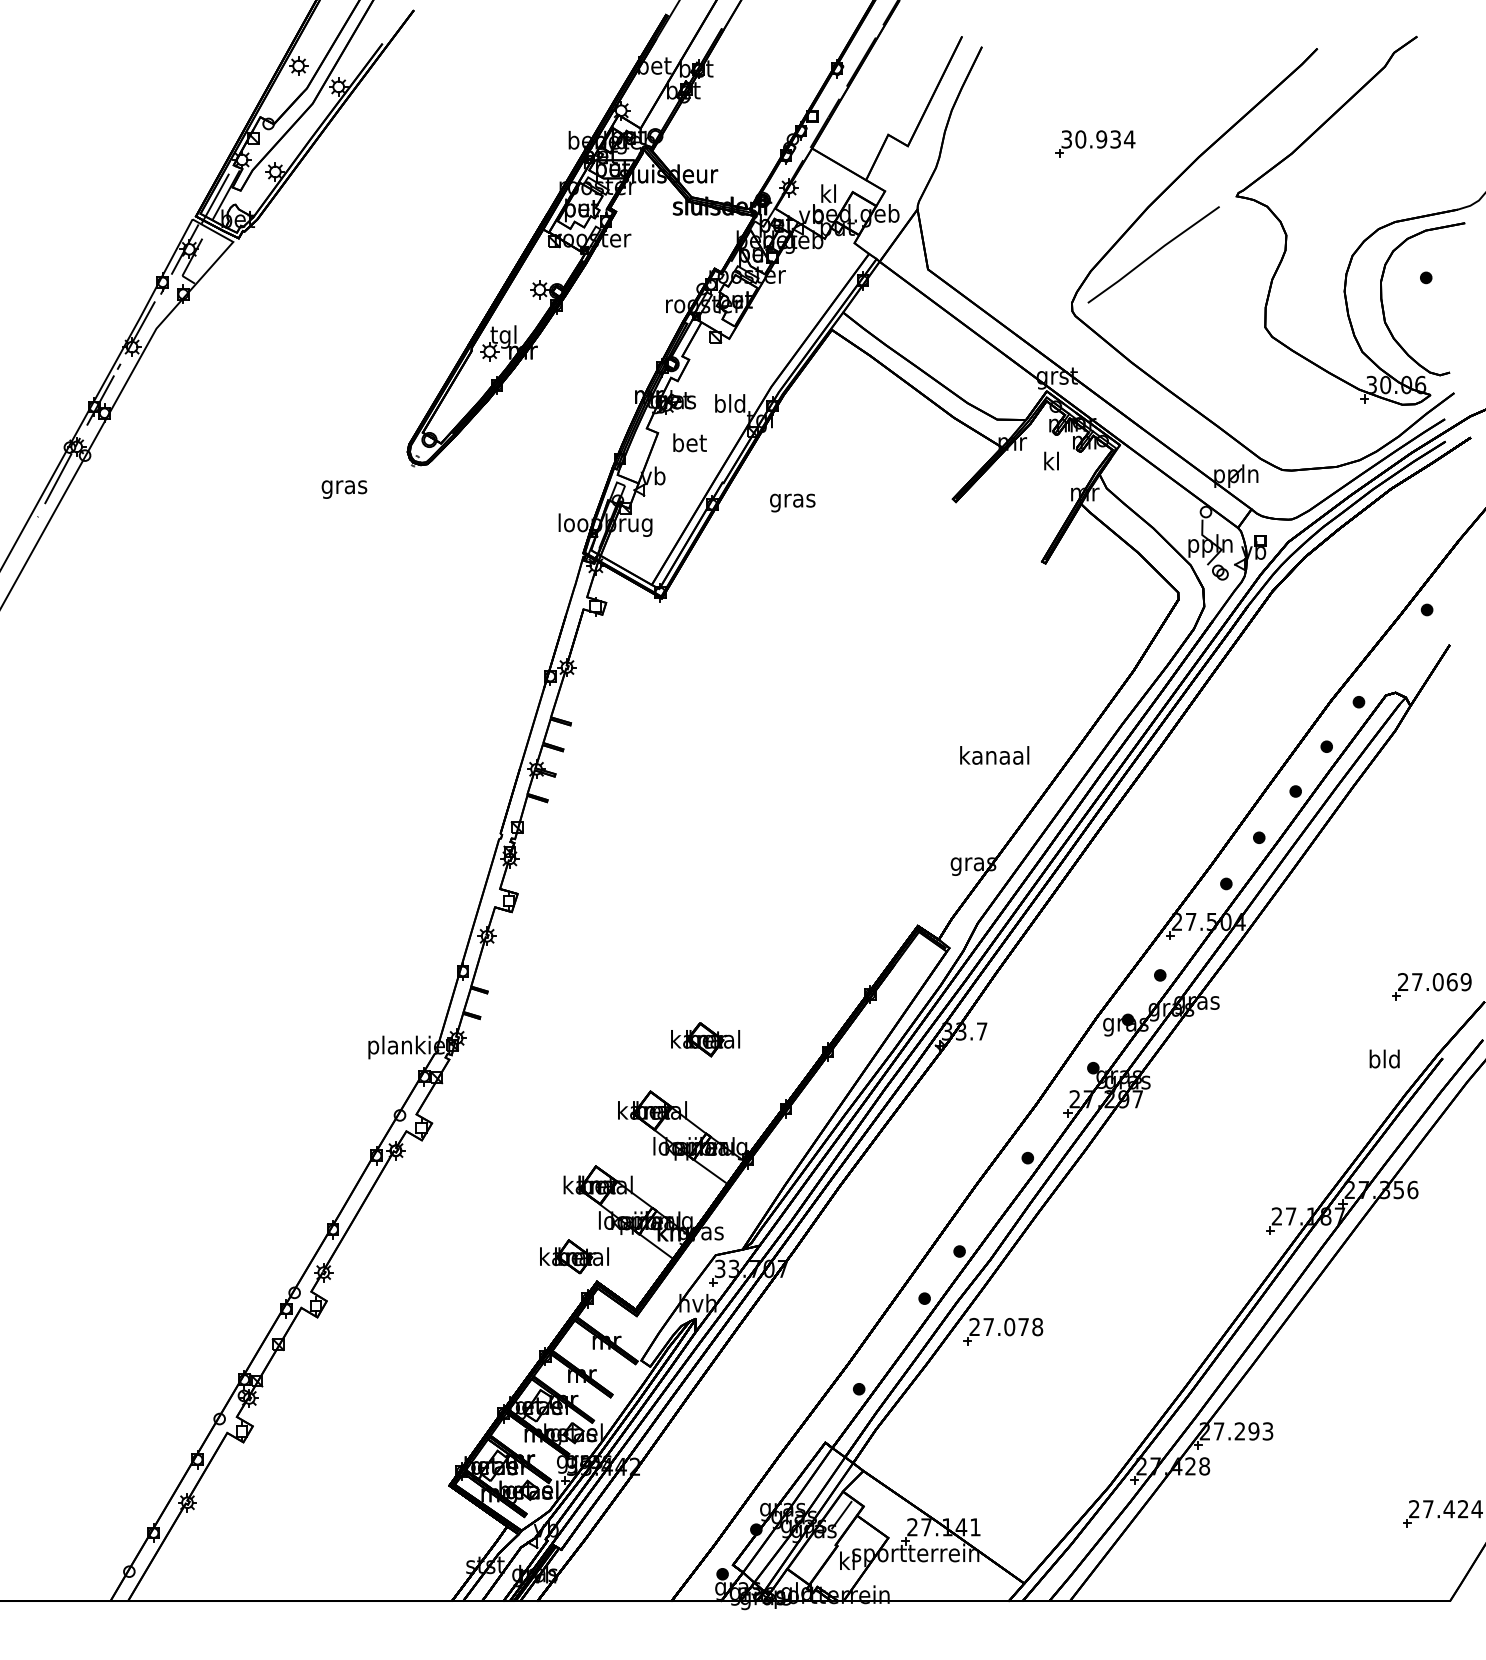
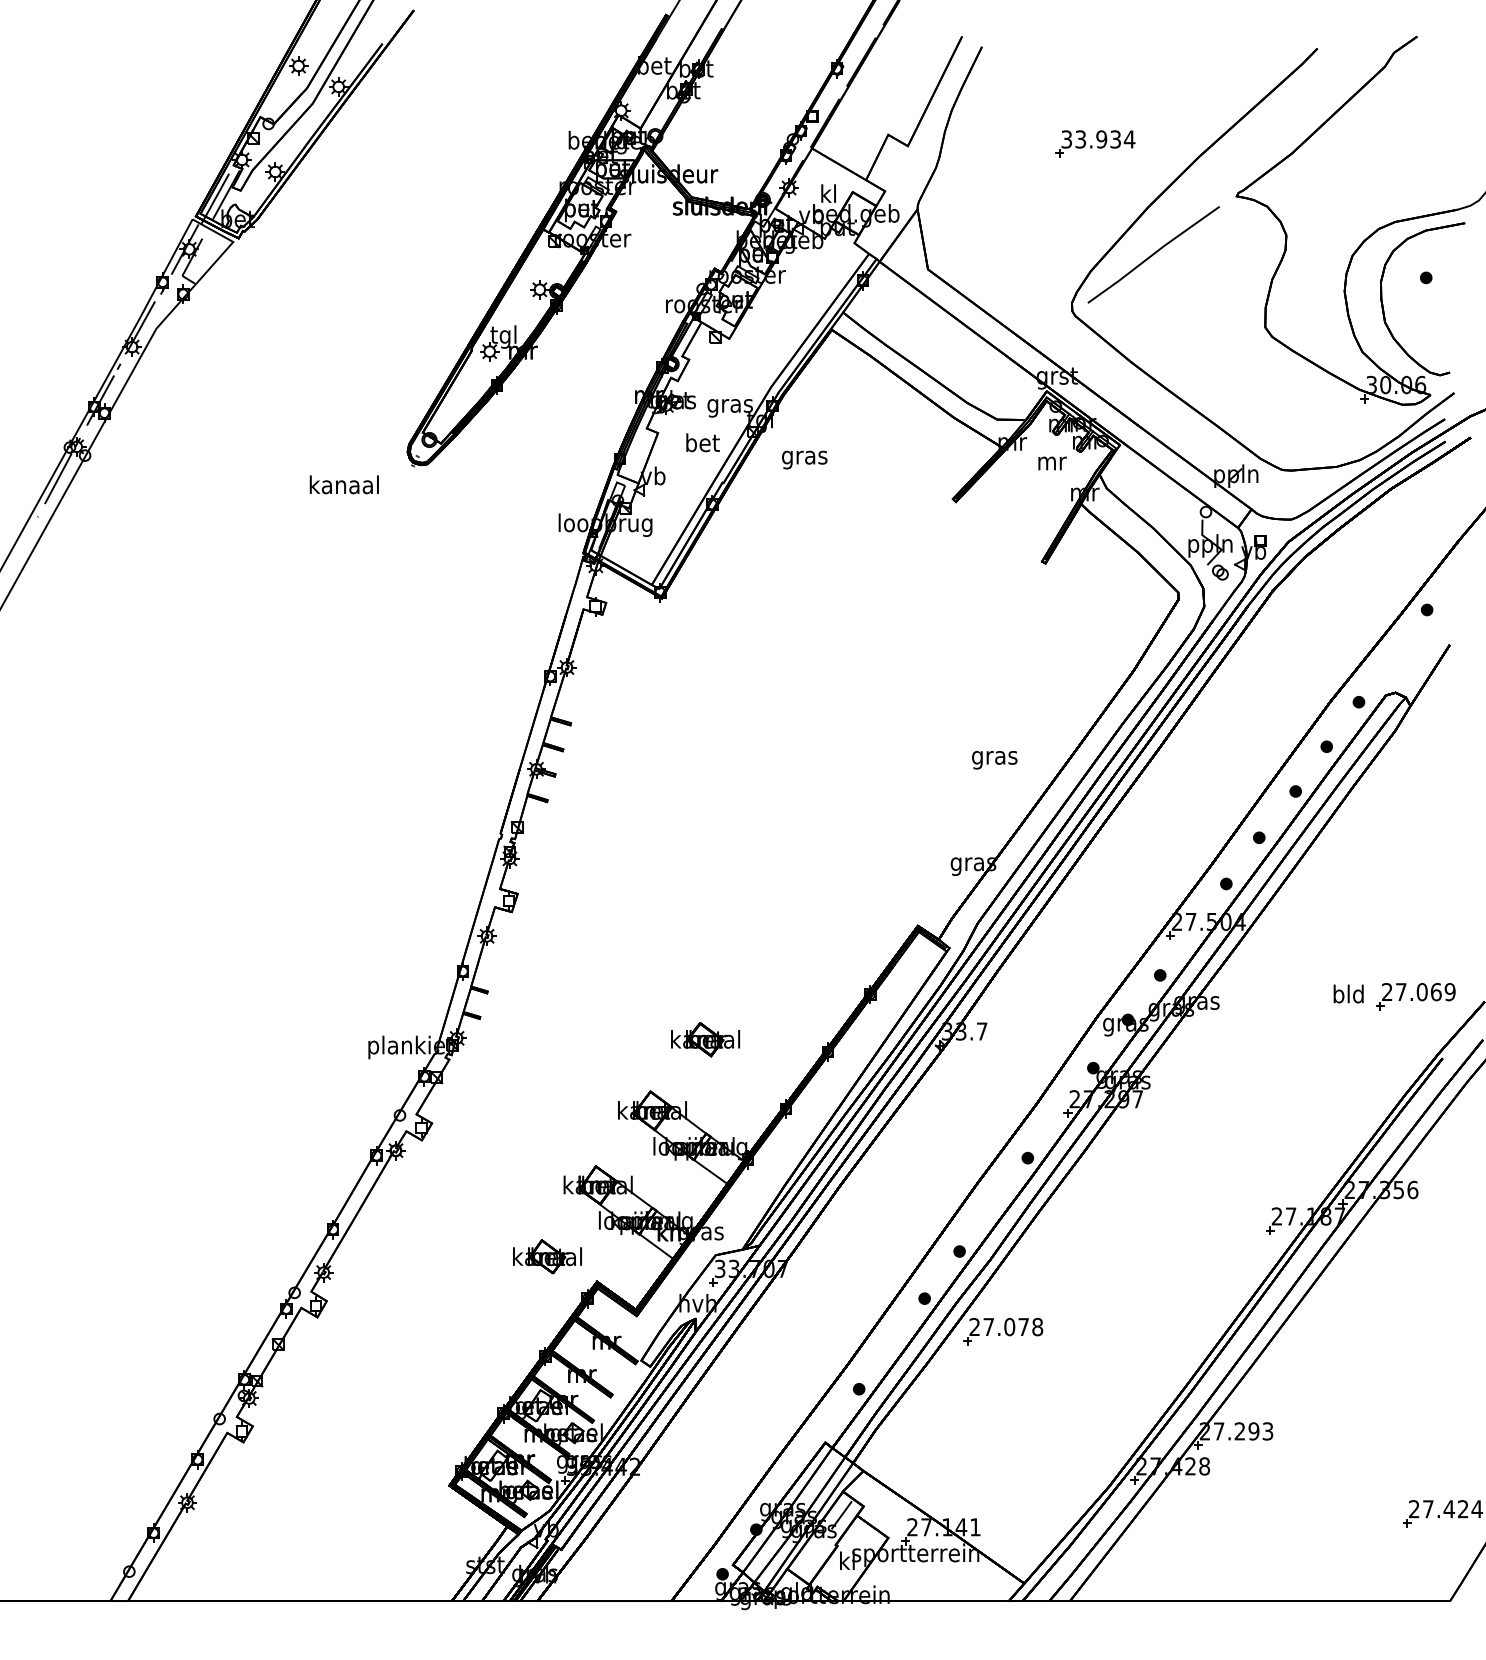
text at (1080, 139): 30.934 -> 33.934
text at (729, 405): bld -> gras
text at (689, 442) position: (689, 442) -> (702, 442)
text at (1052, 460): kl -> mr
text at (343, 486): gras -> kanaal
text at (792, 502) position: (792, 502) -> (804, 459)
text at (994, 757): kanaal -> gras
part at (1431, 986) position: (1431, 986) -> (1415, 996)
text at (1384, 1058) position: (1384, 1058) -> (1348, 993)
part at (574, 1256) position: (574, 1256) -> (547, 1256)
